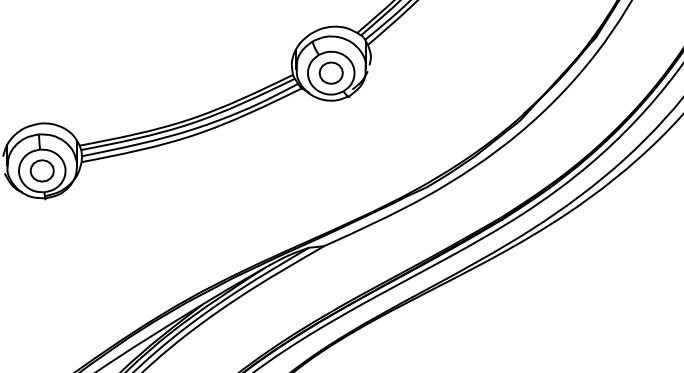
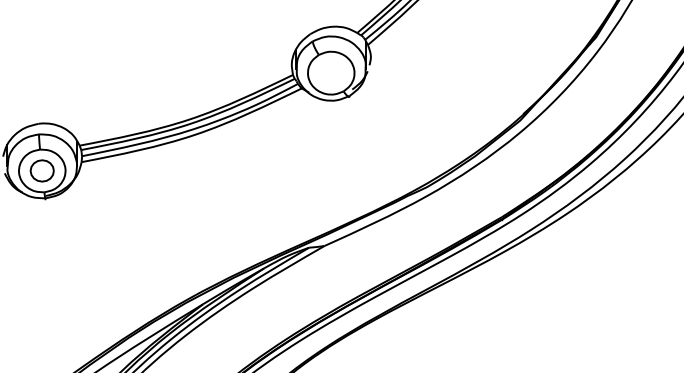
part at (330, 72): present -> none
